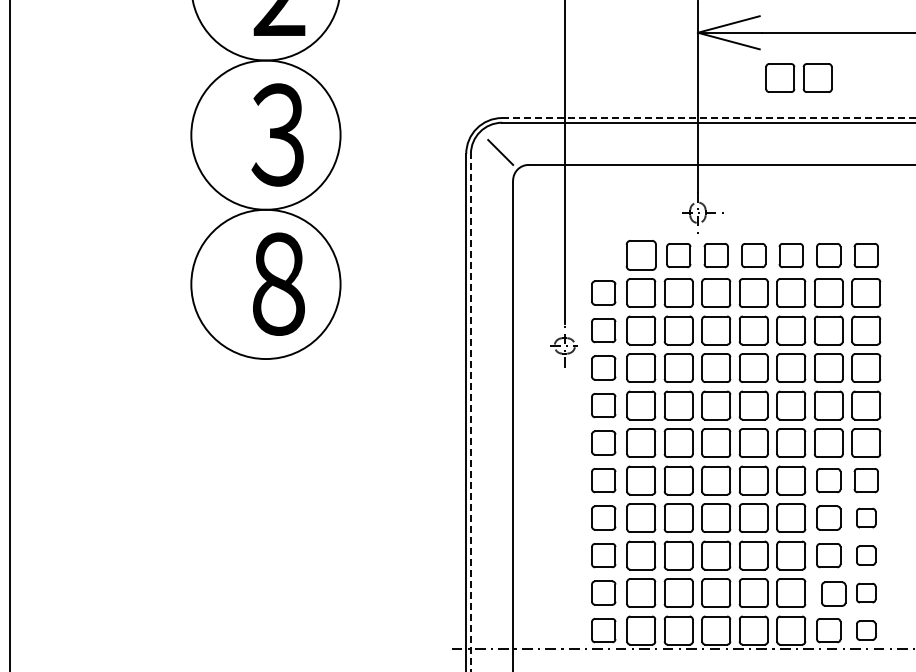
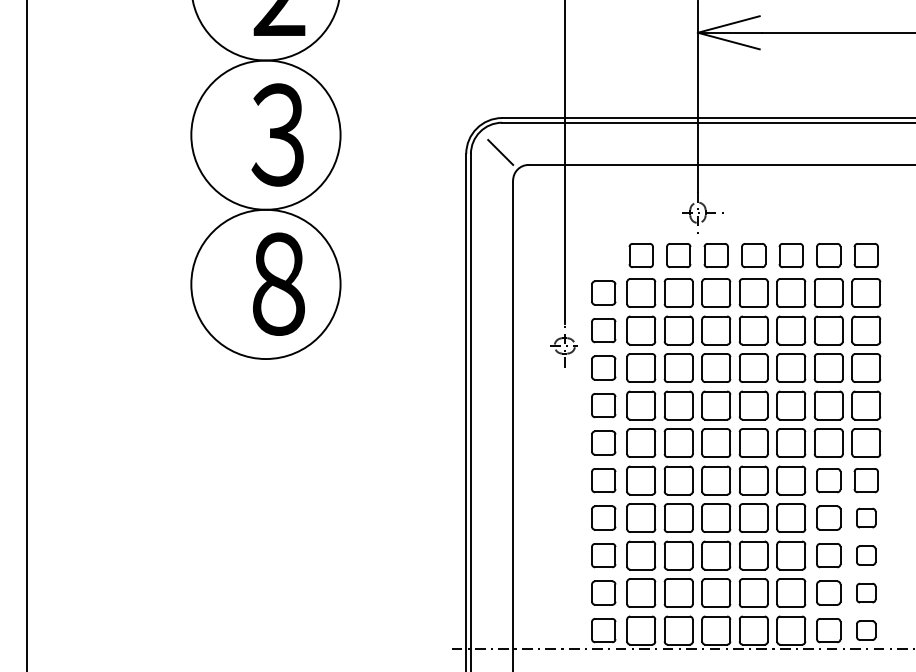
part at (798, 77): present -> none
line at (709, 118): dashed -> solid
part at (640, 255) size: 32x31 px -> 26x26 px
line at (10, 335) position: (10, 335) -> (27, 335)
line at (470, 412): dashed -> solid
part at (833, 593) position: (833, 593) -> (828, 592)
